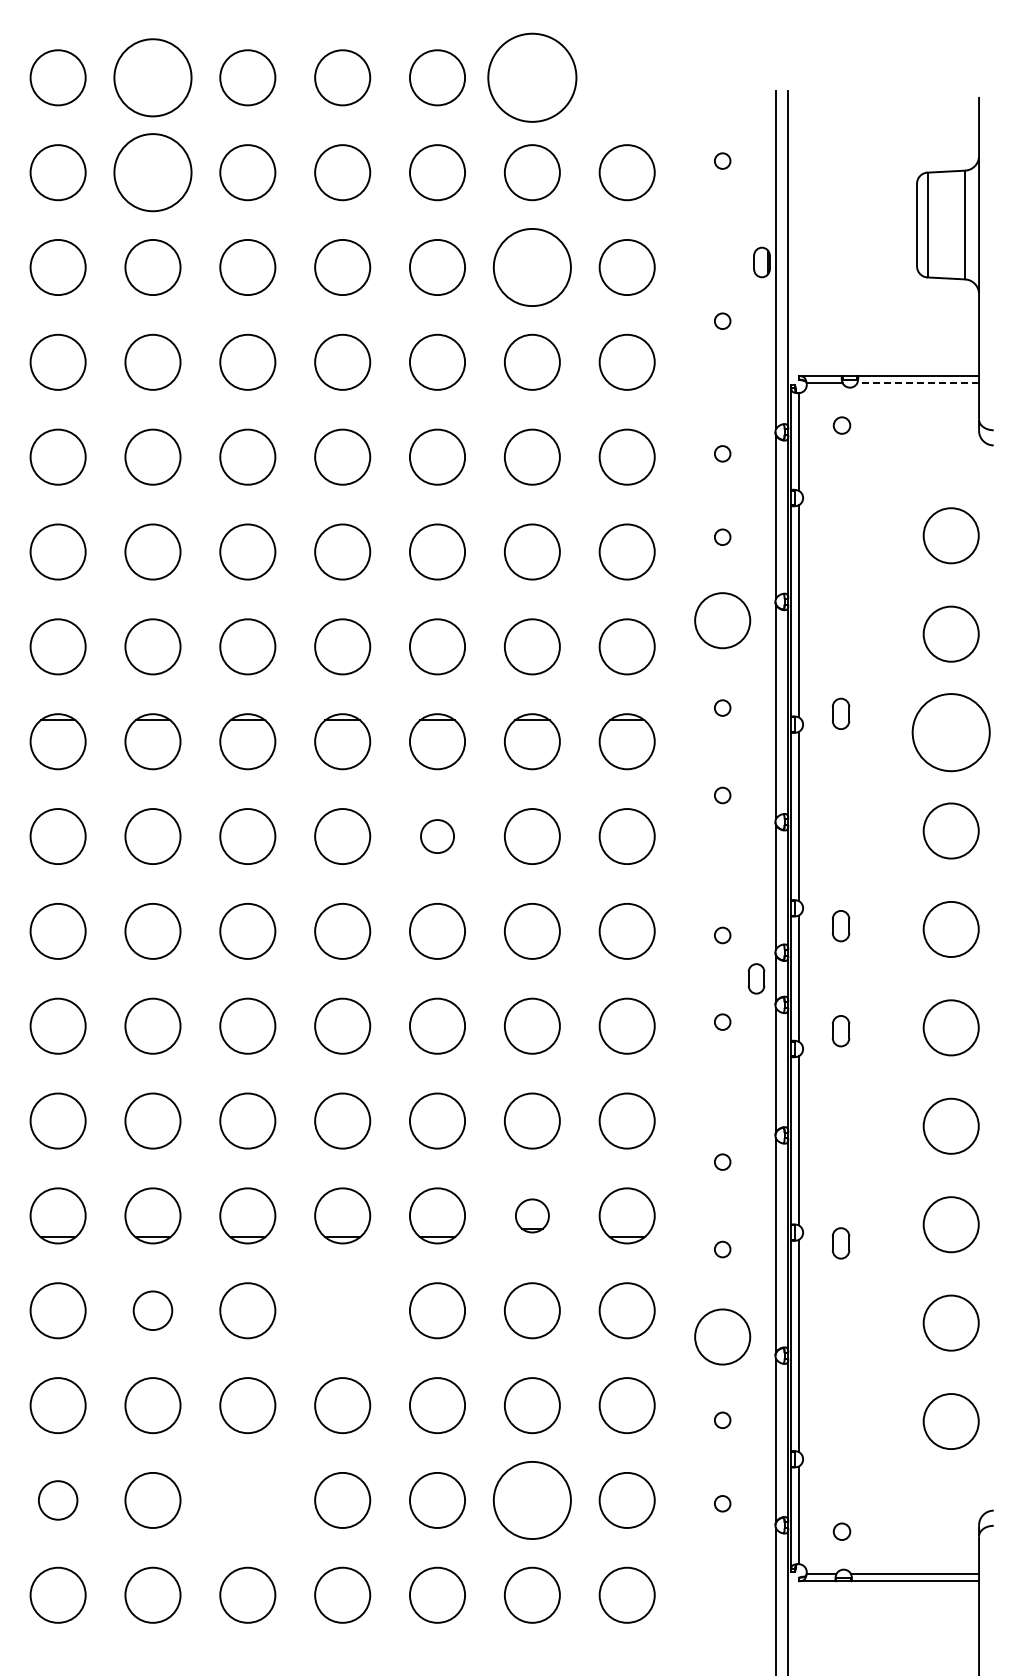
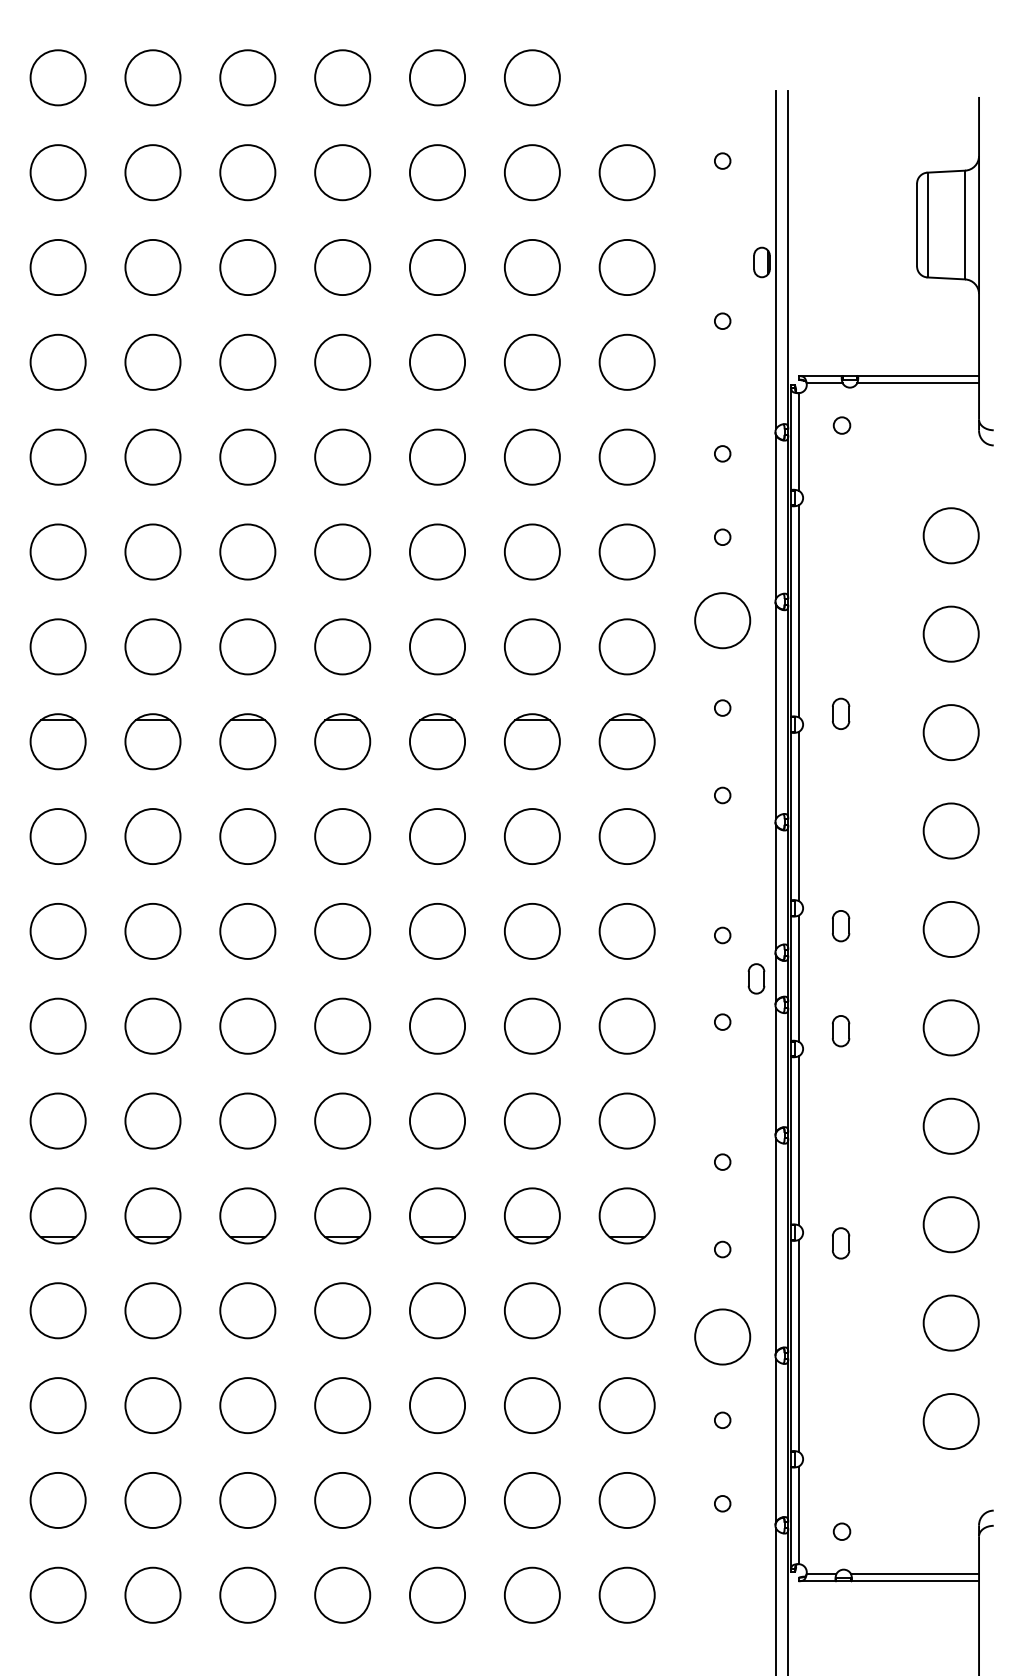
circle at (152, 77) diameter: 77 px -> 55 px
circle at (532, 77) diameter: 88 px -> 55 px
circle at (152, 172) diameter: 77 px -> 55 px
circle at (531, 267) diameter: 77 px -> 55 px
line at (918, 383): dashed -> solid
circle at (950, 732) diameter: 77 px -> 55 px
circle at (437, 836) diameter: 33 px -> 55 px
part at (532, 1215) size: 35x36 px -> 57x58 px
circle at (152, 1310) diameter: 39 px -> 55 px
circle at (342, 1310): none -> present
circle at (57, 1500) diameter: 39 px -> 55 px
circle at (247, 1500): none -> present
circle at (531, 1500) diameter: 77 px -> 55 px
